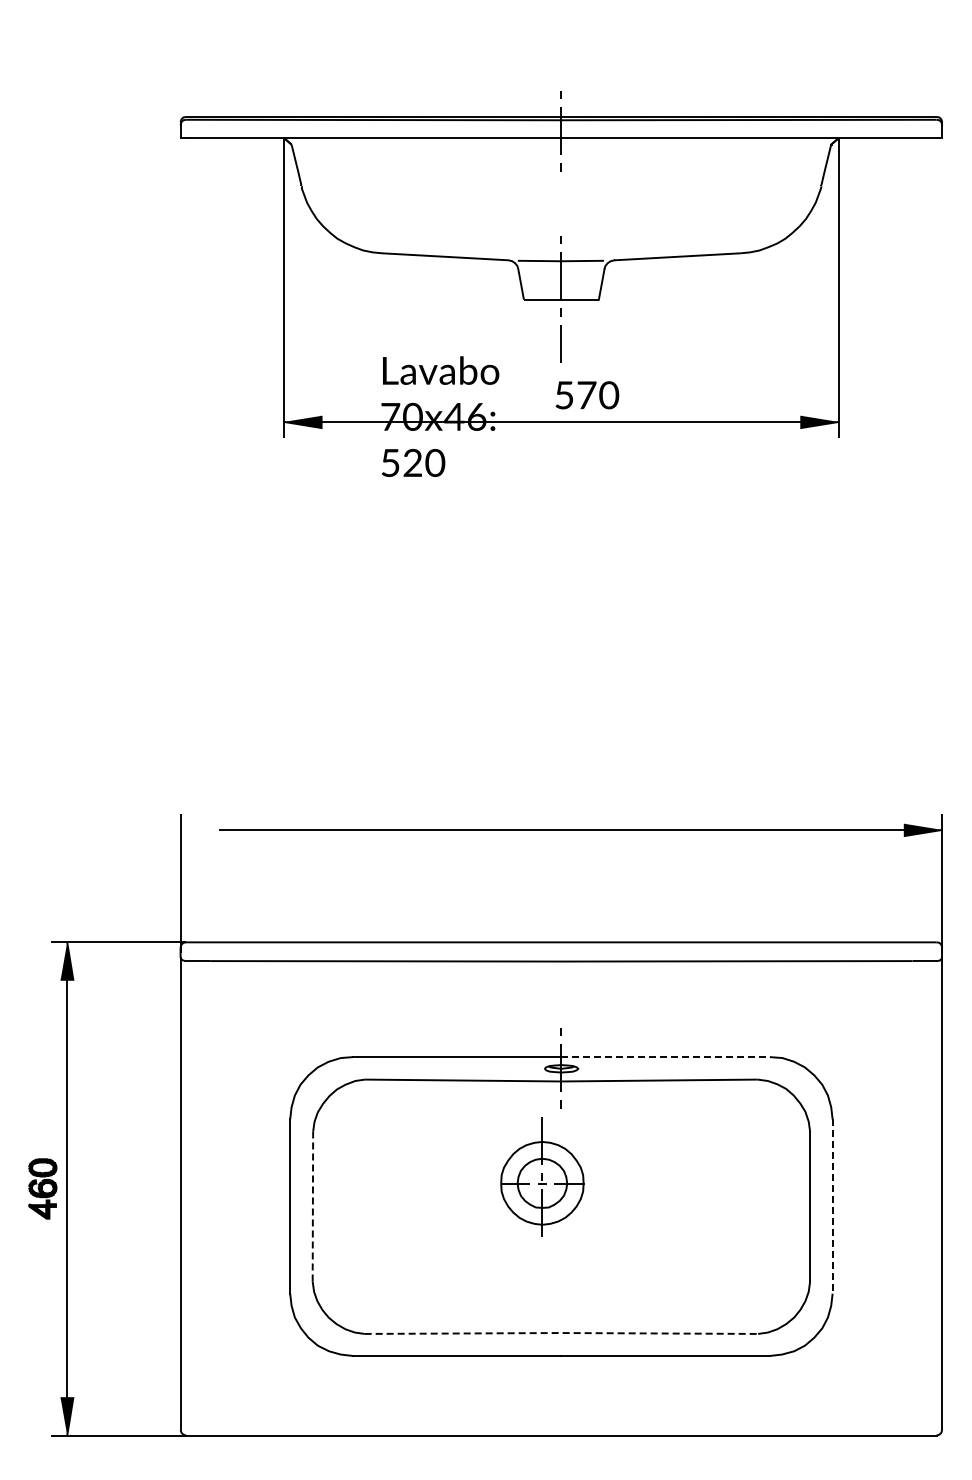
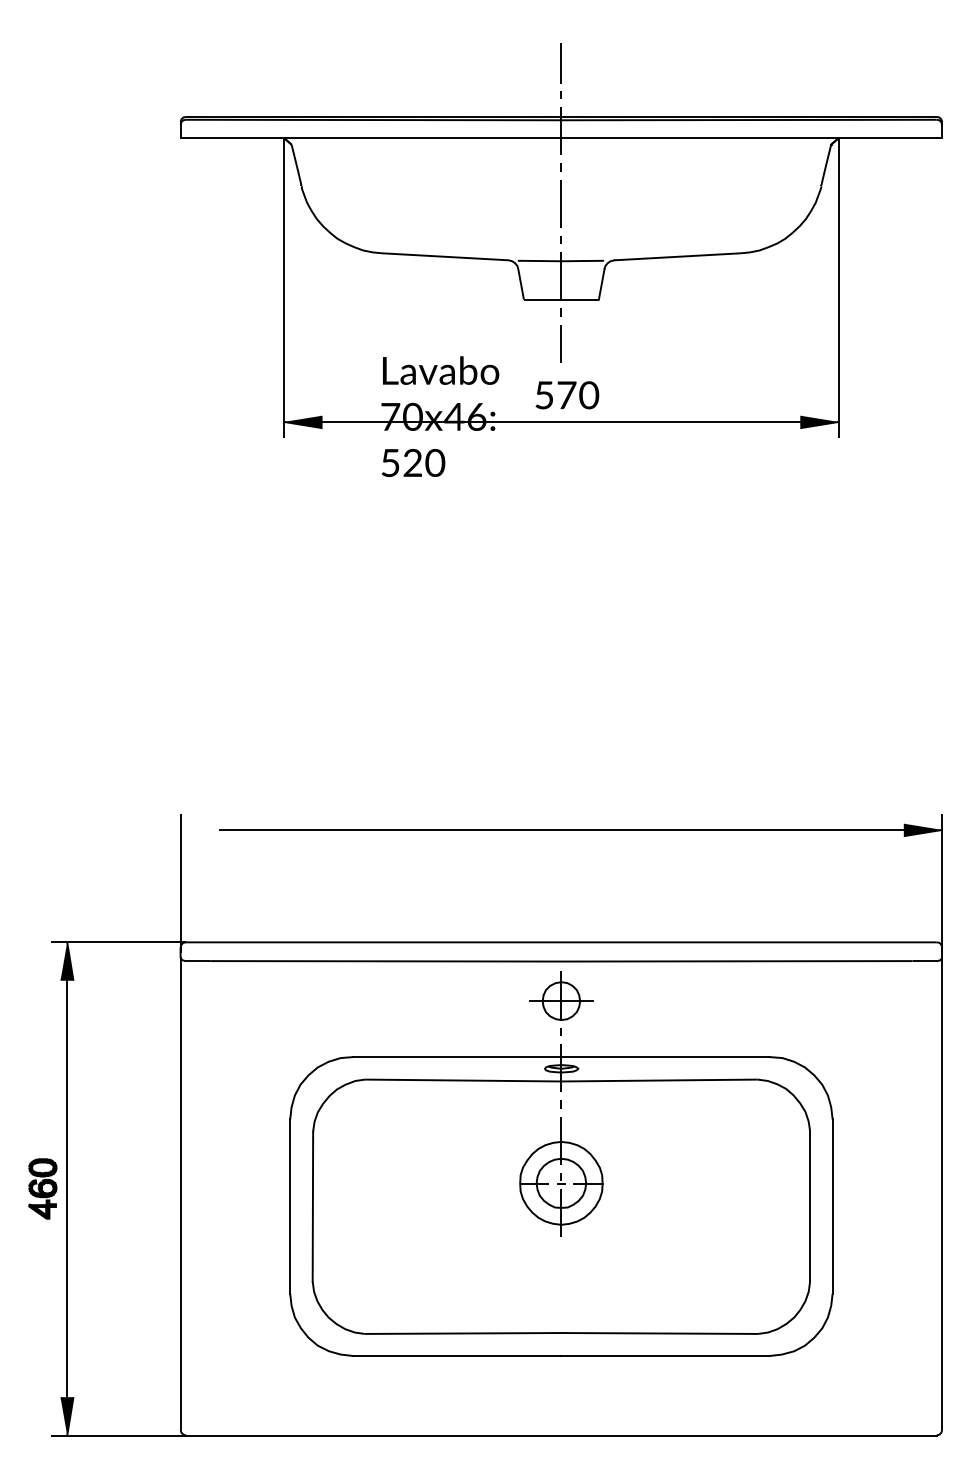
line at (561, 63): none -> present
line at (560, 203): none -> present
text at (587, 395) position: (587, 395) -> (567, 395)
part at (561, 995): none -> present
line at (666, 1057): dashed -> solid
part at (542, 1176) position: (542, 1176) -> (561, 1176)
line at (312, 1206): dashed -> solid
line at (832, 1207): dashed -> solid
line at (561, 1333): dashed -> solid
